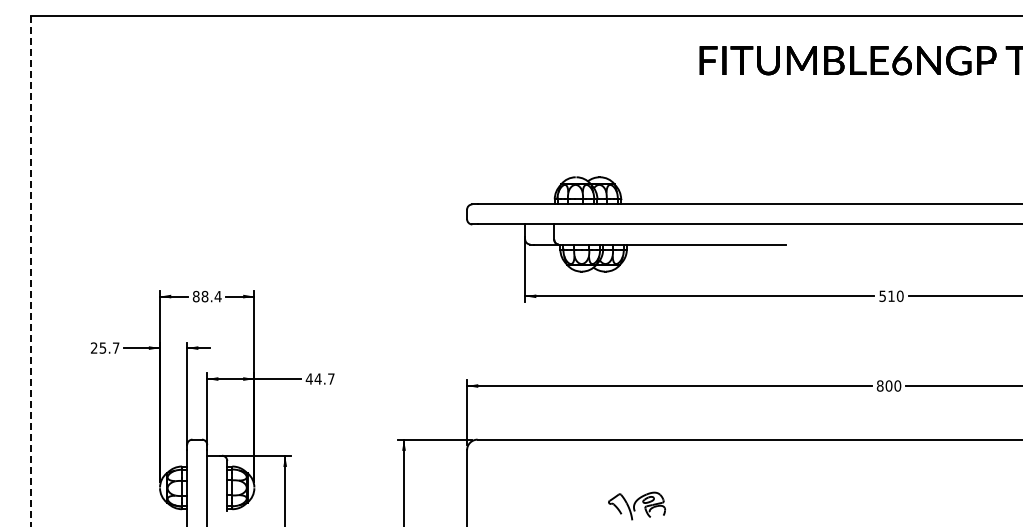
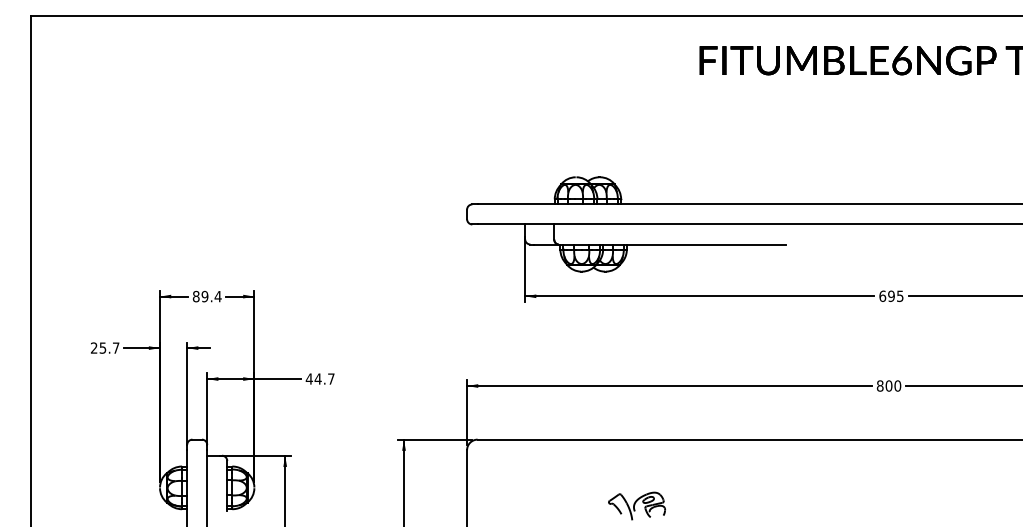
line at (30, 271): dashed -> solid
text at (204, 296): 88.4 -> 89.4
text at (891, 296): 510 -> 695
